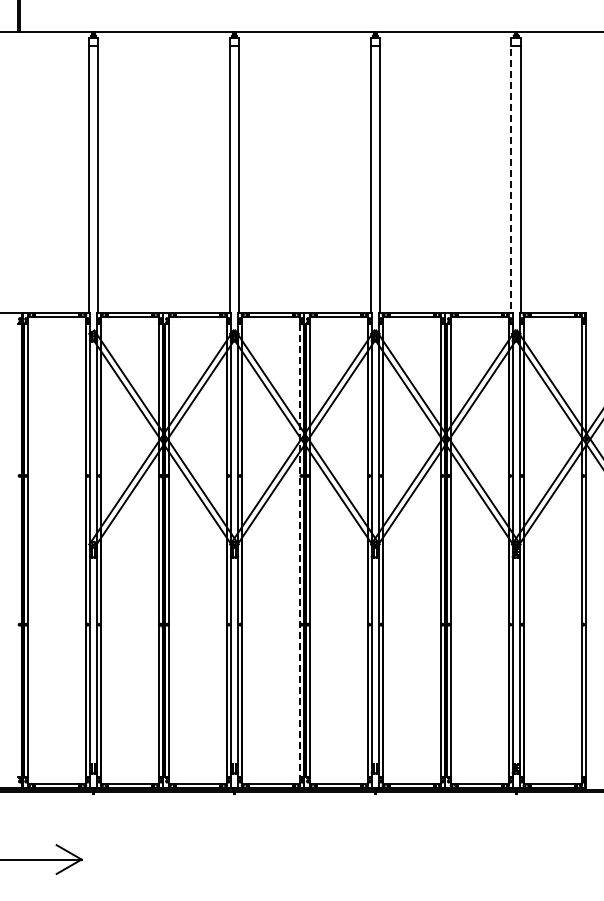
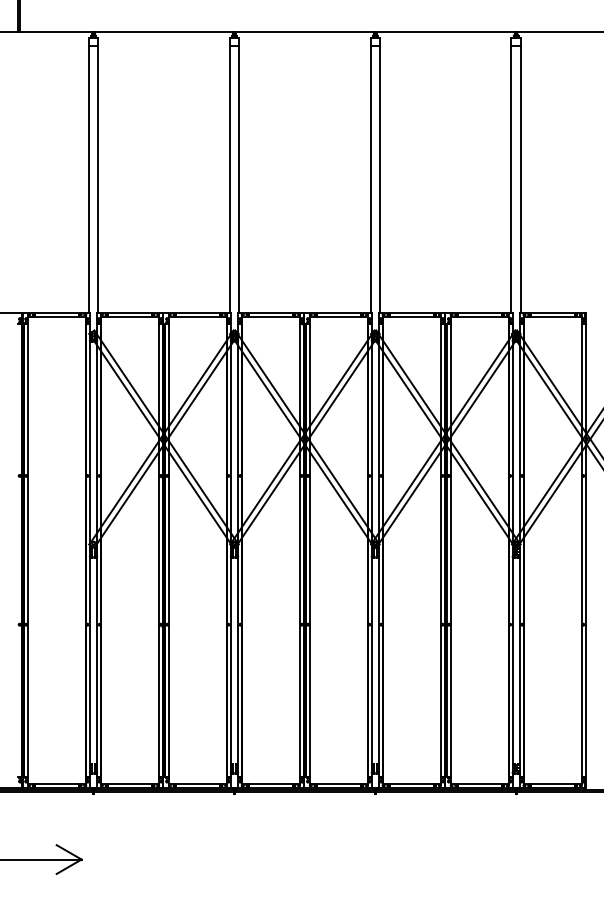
line at (511, 175): dashed -> solid
line at (299, 550): dashed -> solid
